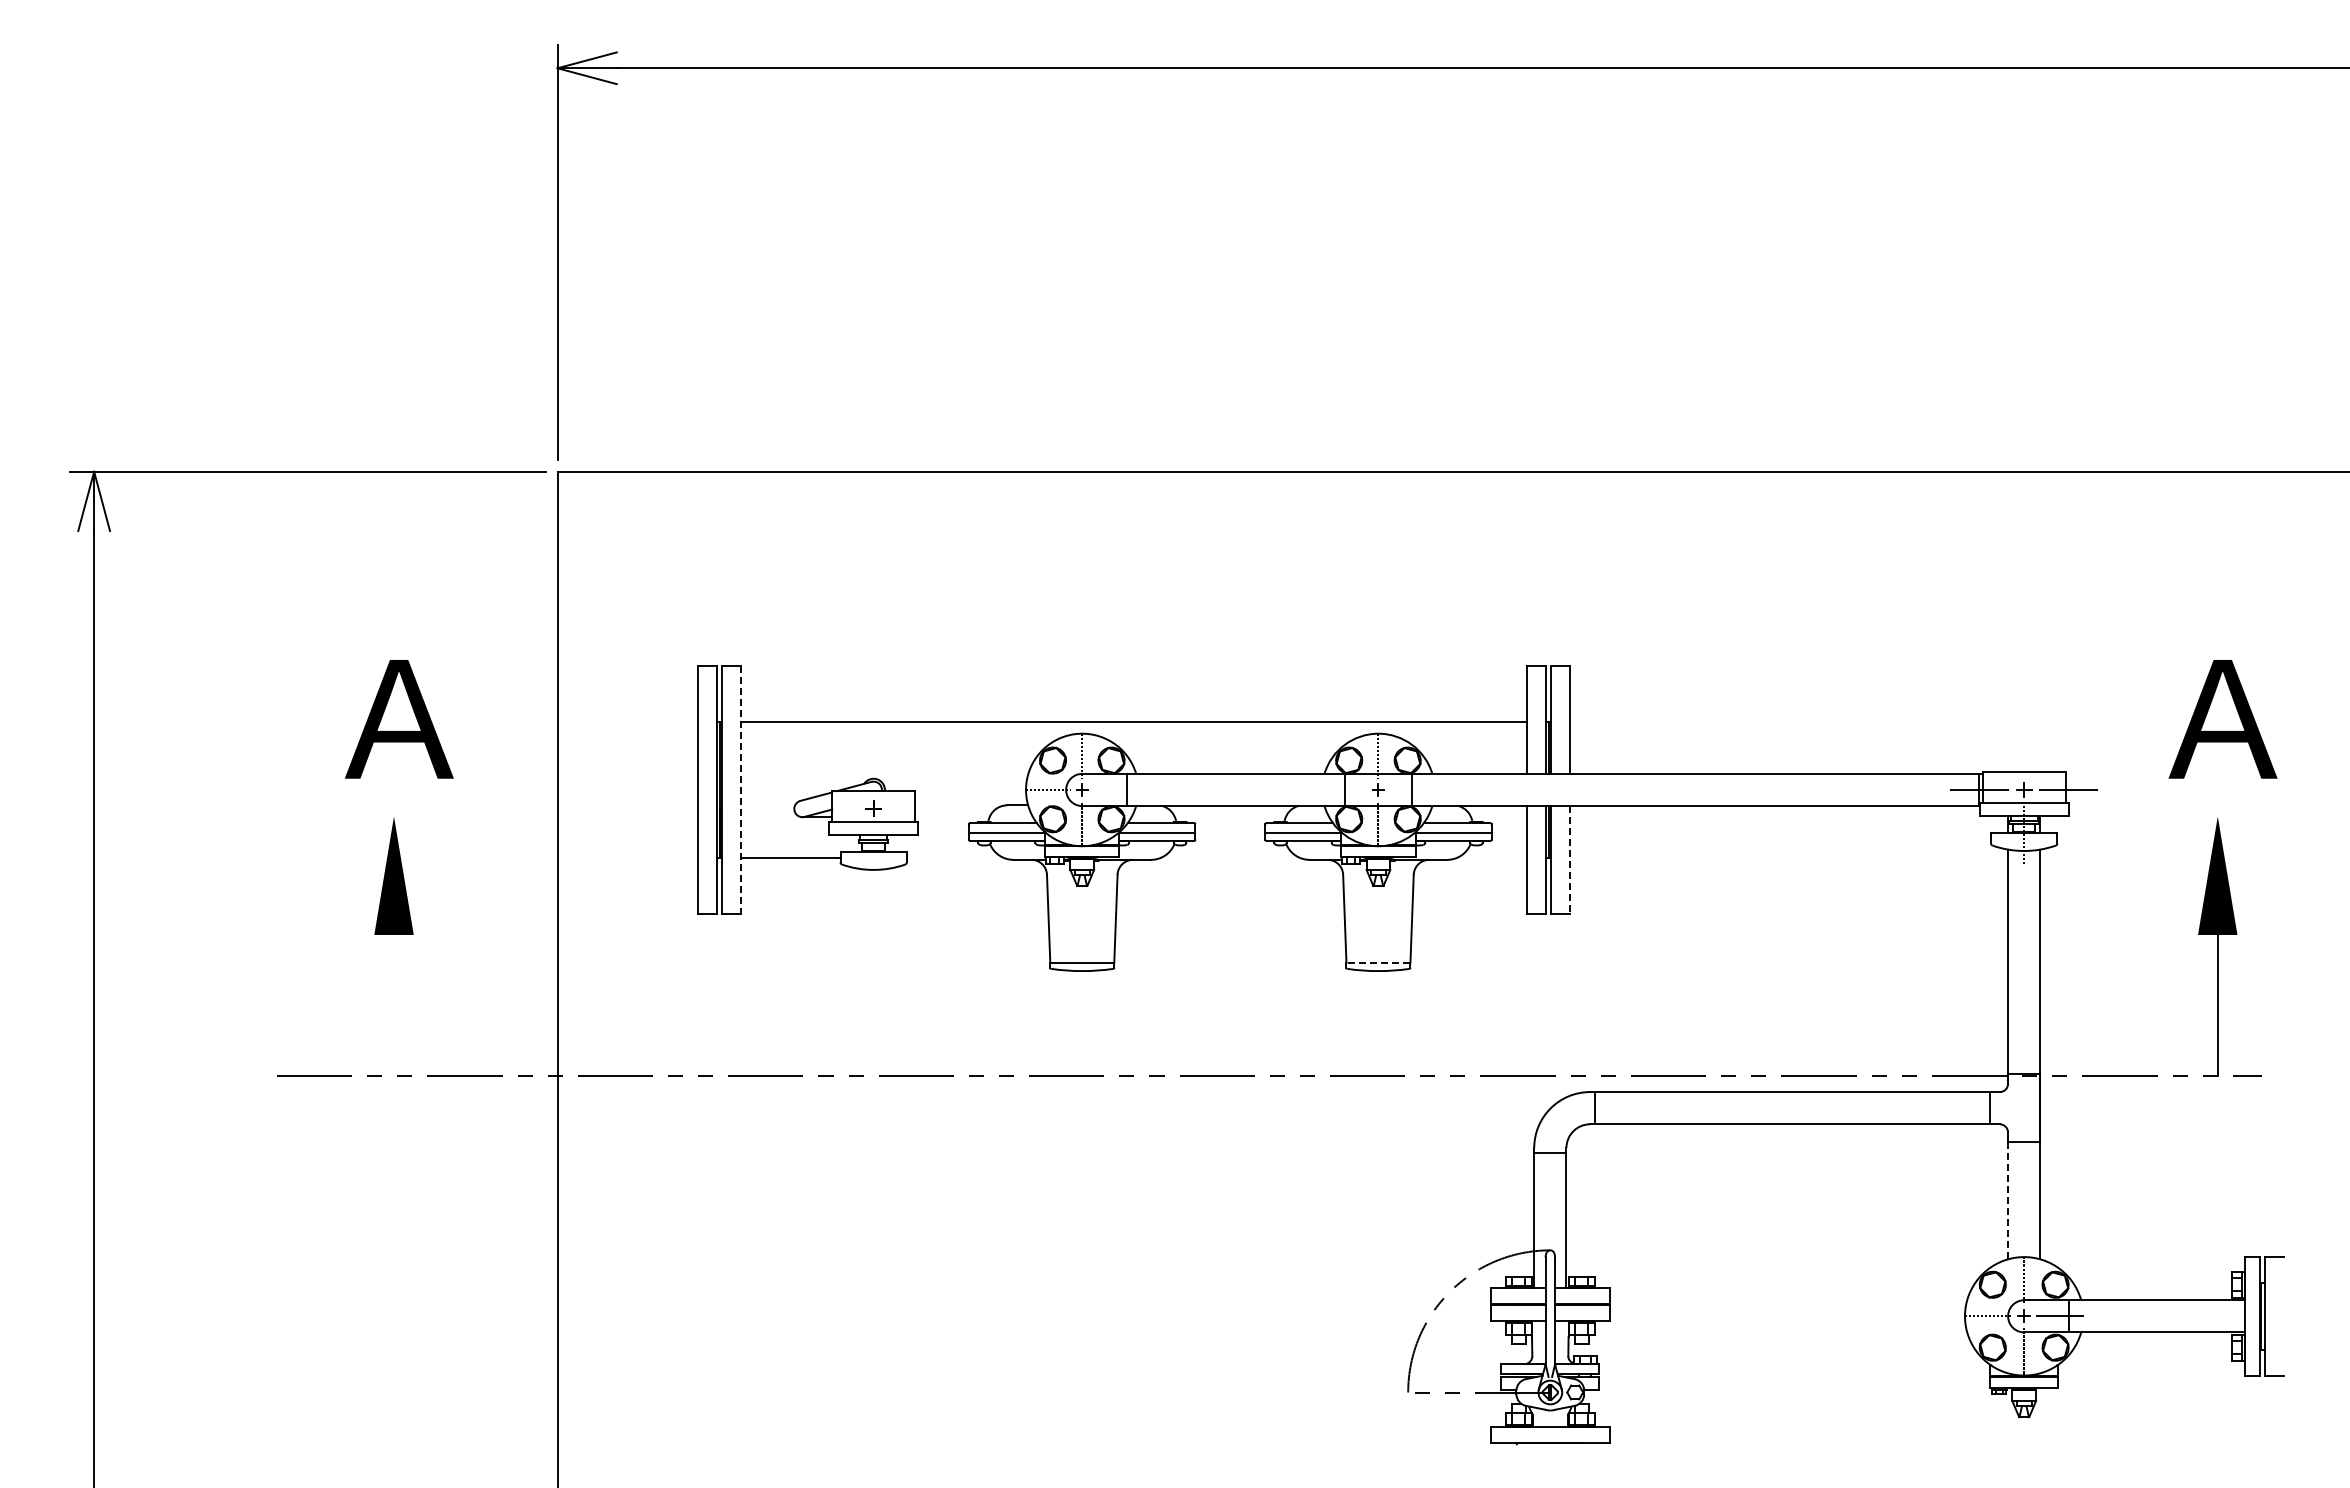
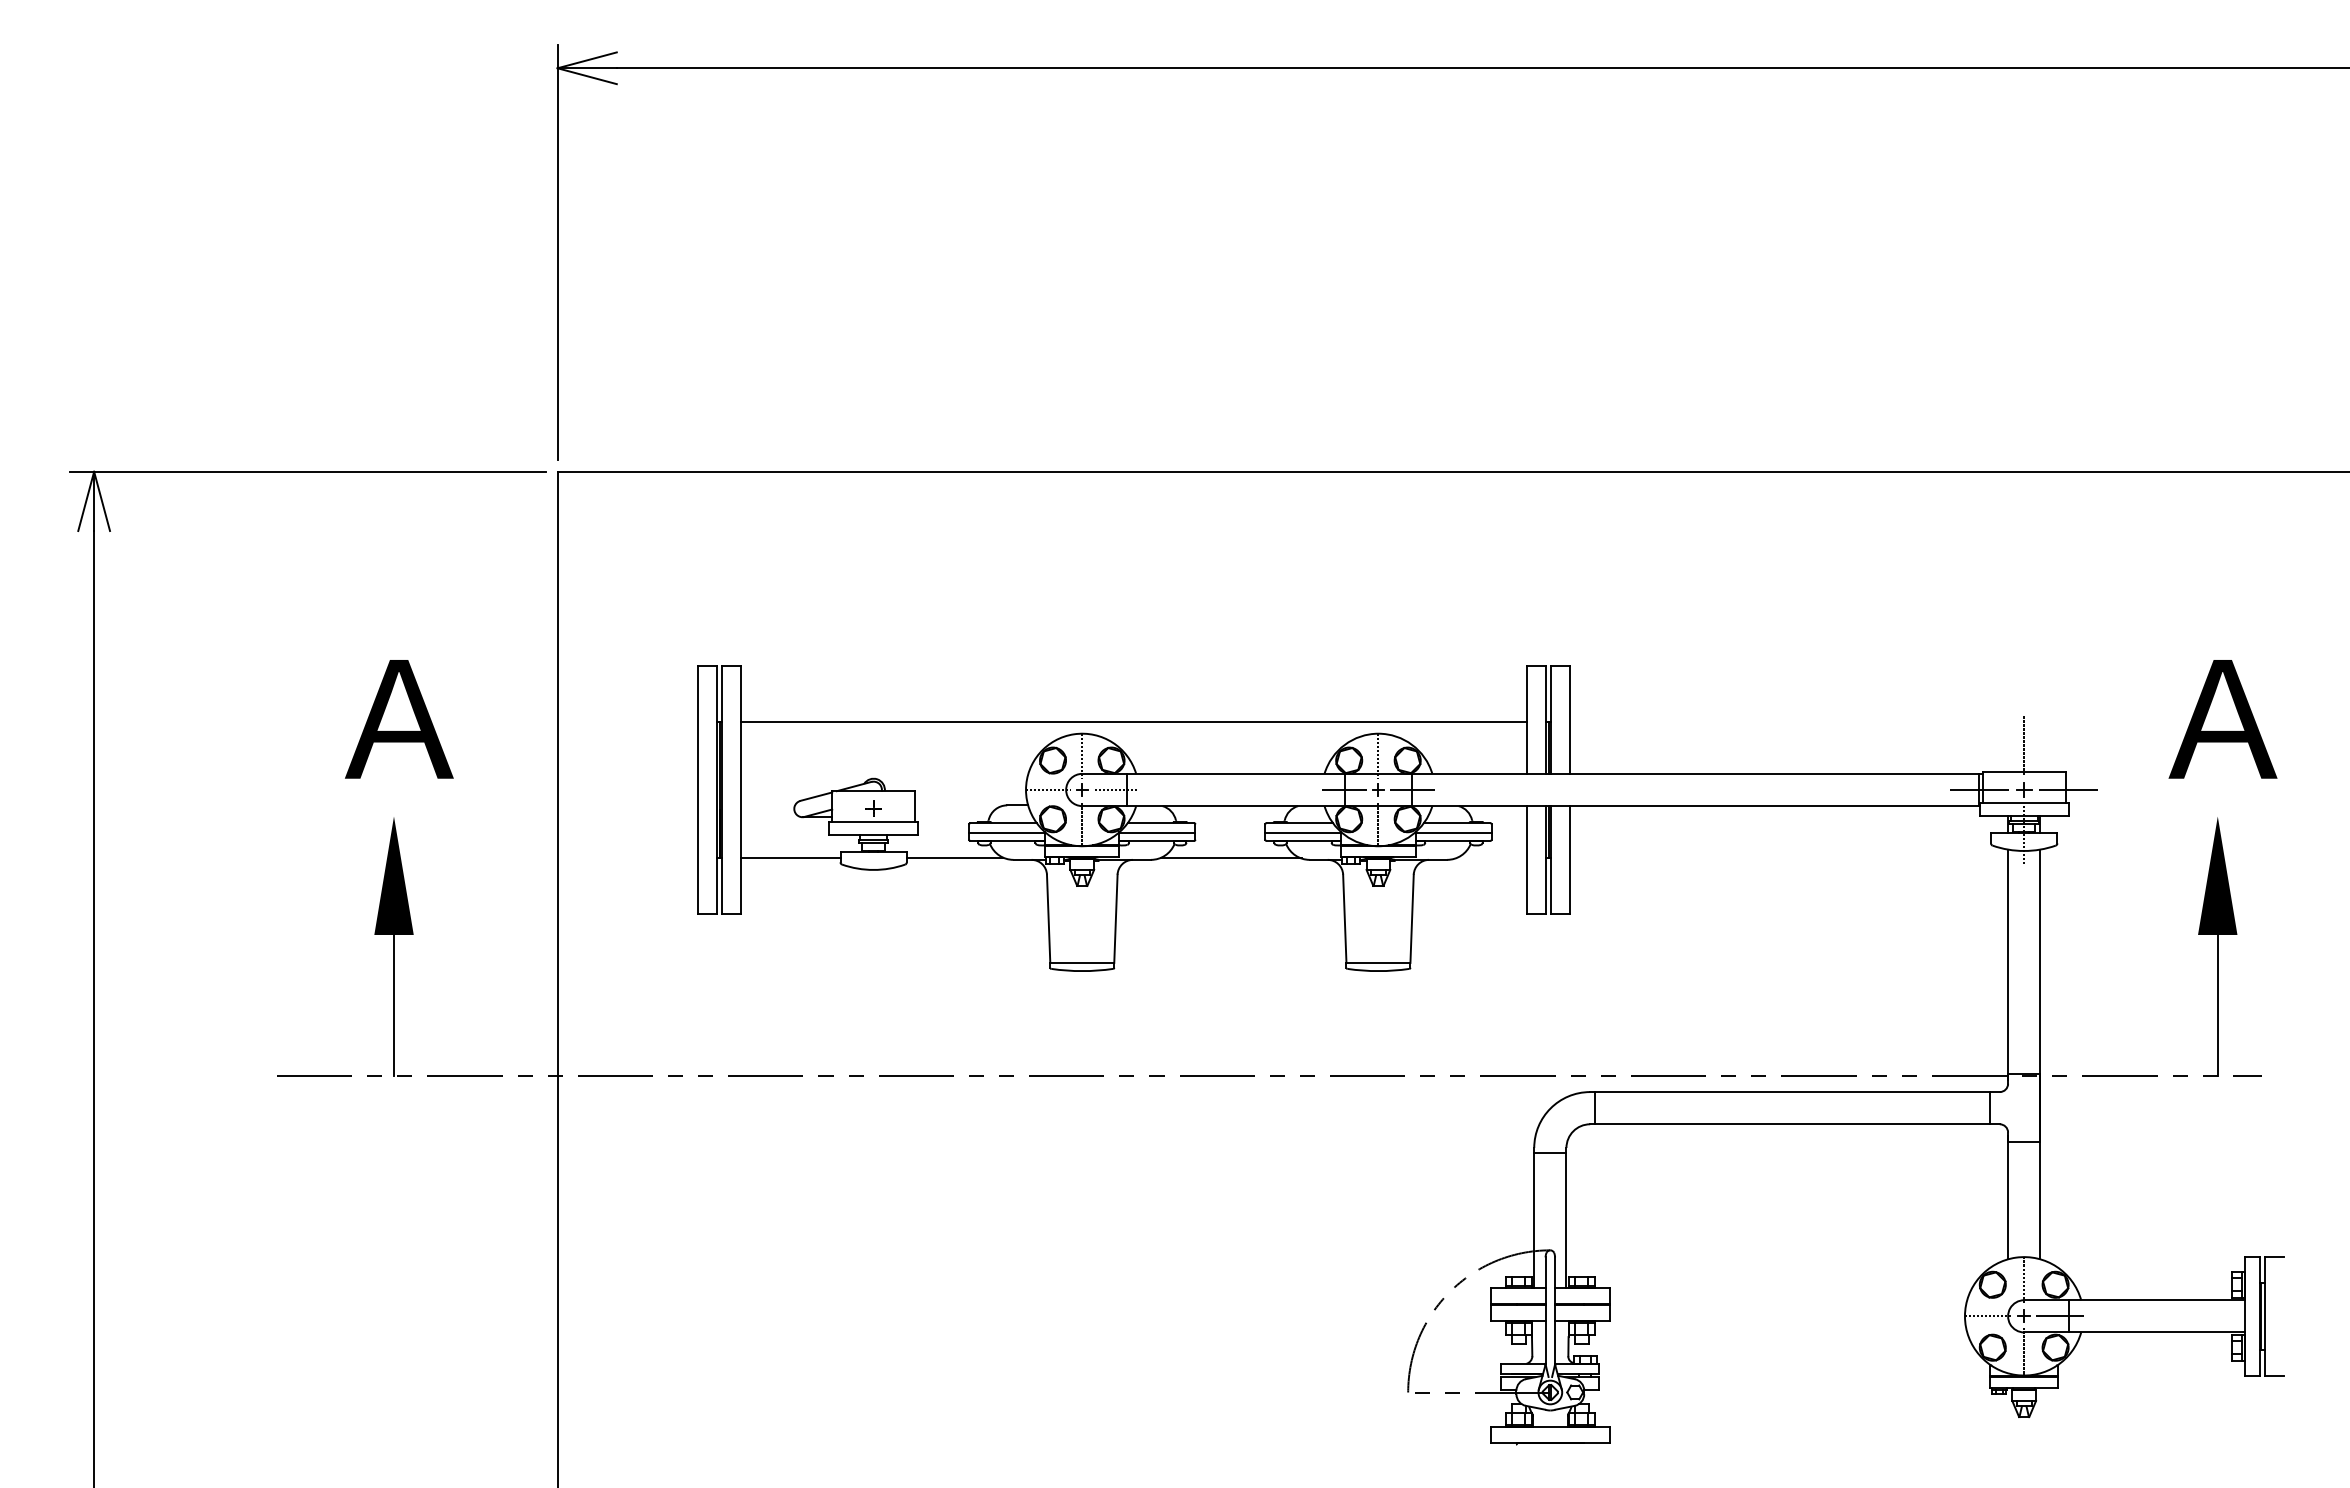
line at (2024, 745): none -> present
line at (1115, 789): none -> present
line at (1344, 789): none -> present
line at (1411, 789): none -> present
line at (740, 790): dashed -> solid
line at (954, 857): none -> present
line at (1231, 857): none -> present
line at (1570, 860): dashed -> solid
line at (1378, 962): dashed -> solid
line at (393, 1005): none -> present
line at (2008, 1197): dashed -> solid
